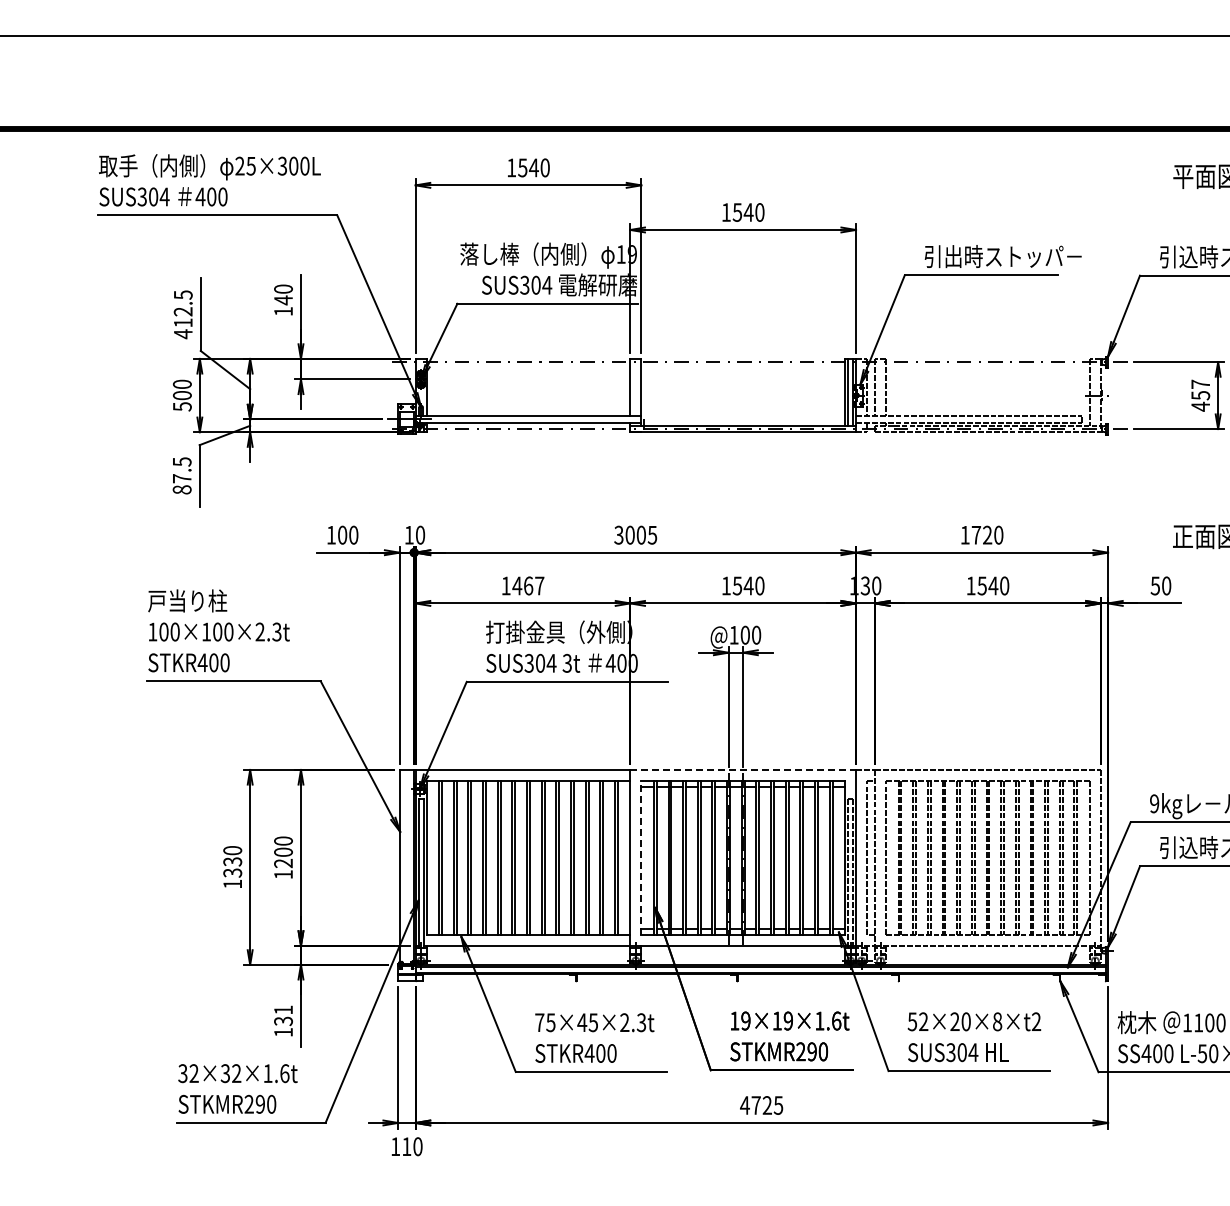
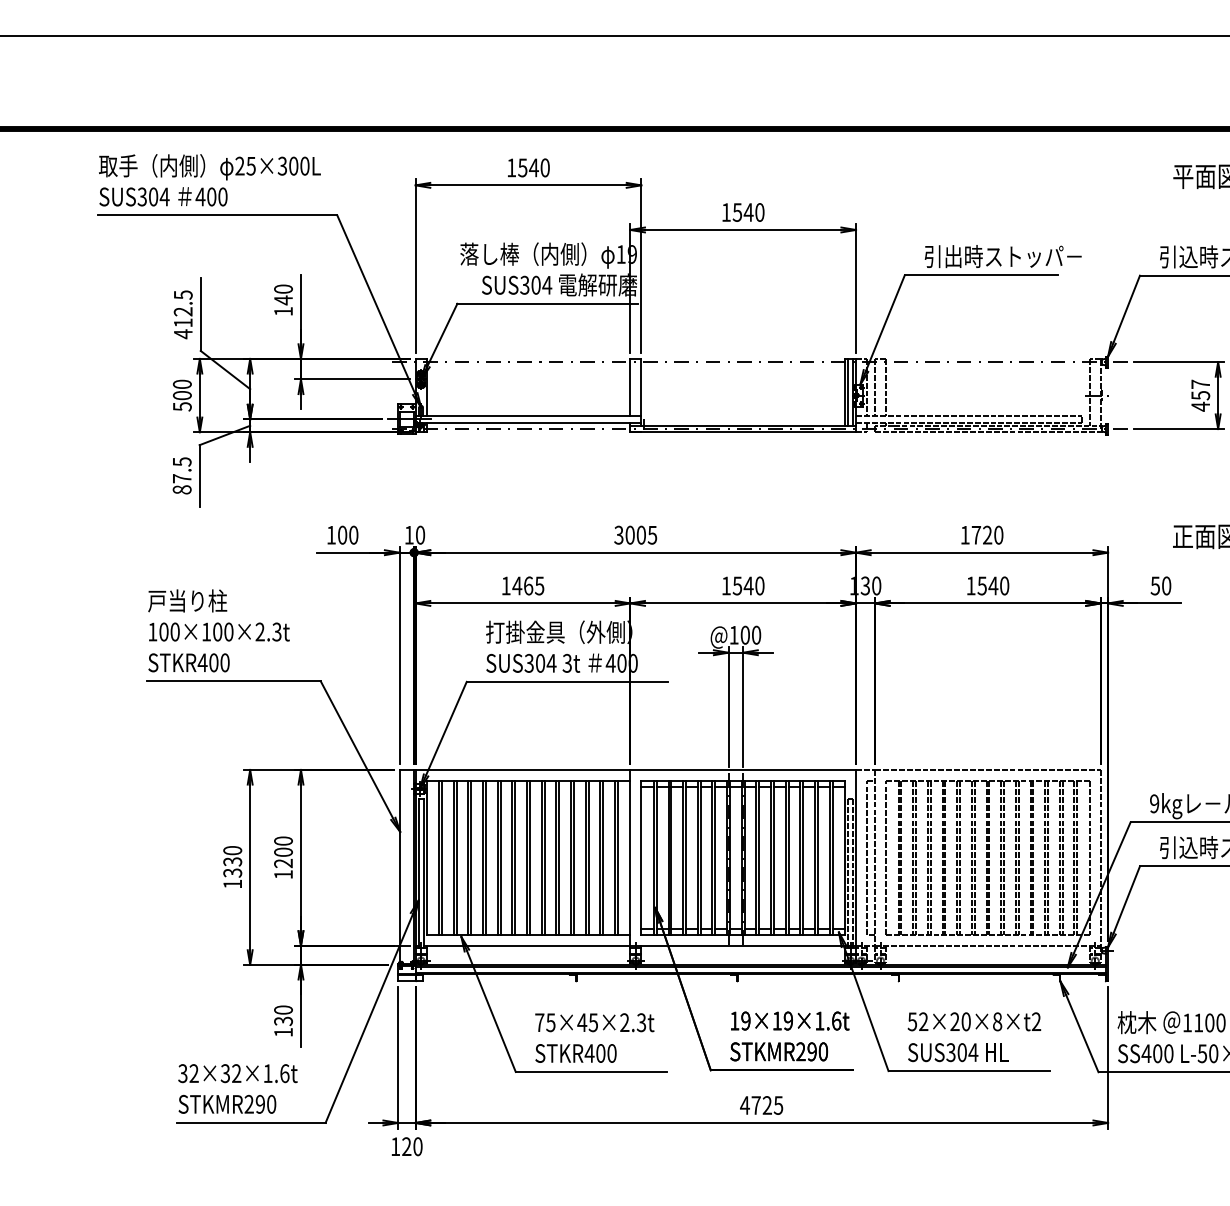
text at (539, 585): 1467 -> 1465
line at (743, 769): dashed -> solid
line at (641, 857): dashed -> solid
text at (283, 1009): 131 -> 130
text at (406, 1146): 110 -> 120
